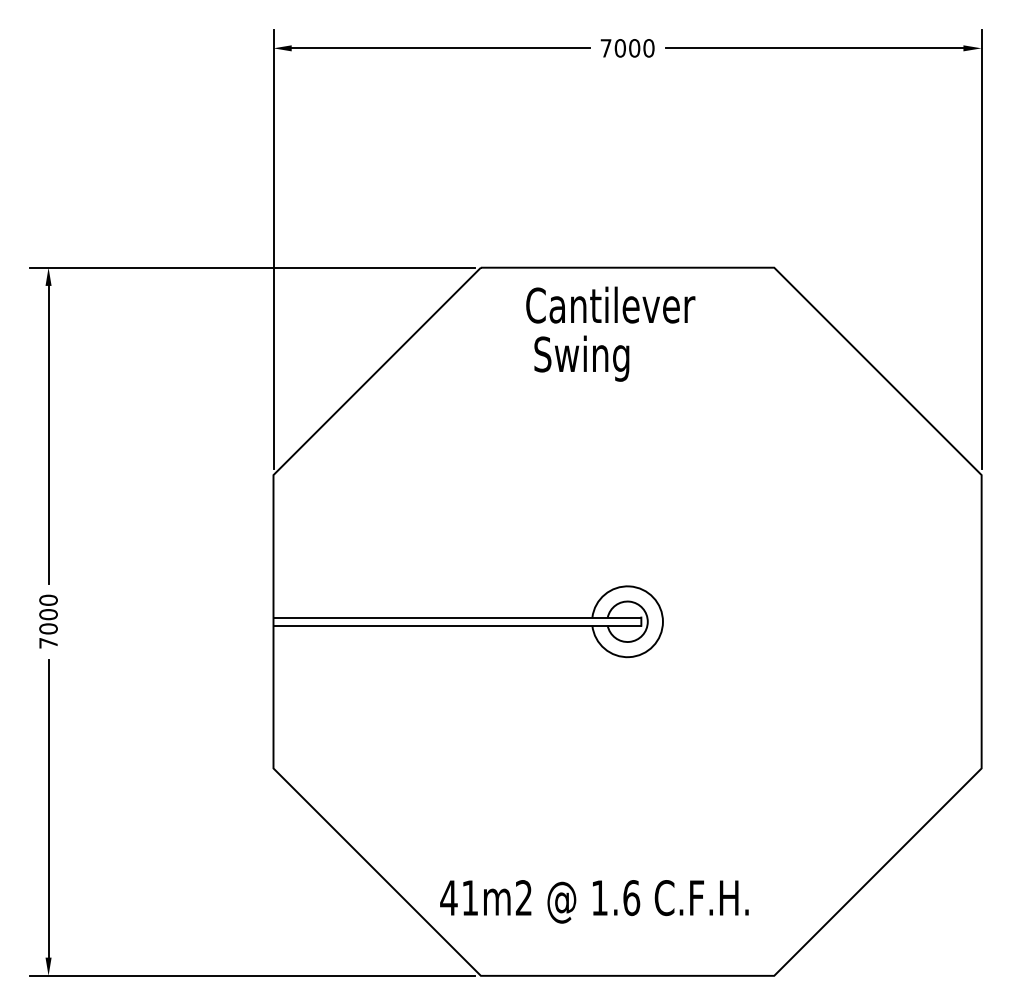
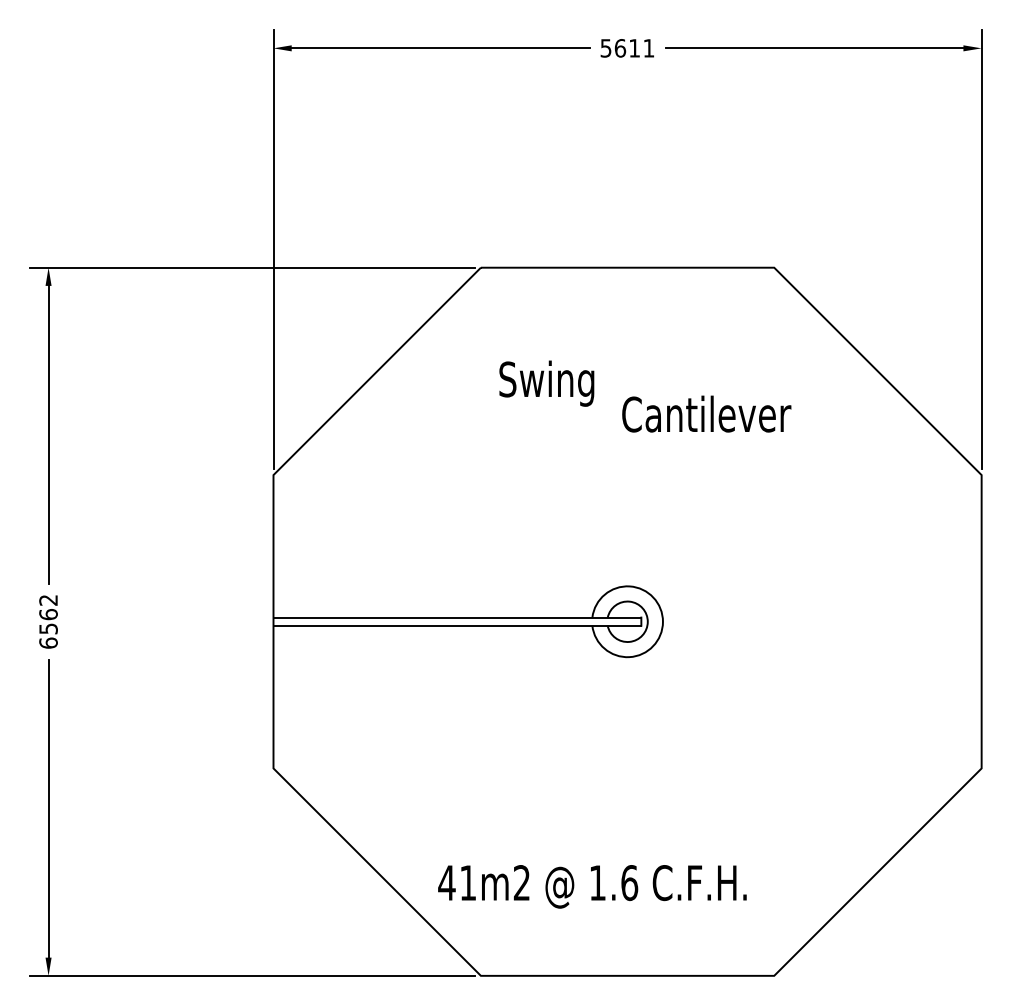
text at (627, 48): 7000 -> 5611
text at (610, 304) position: (610, 304) -> (706, 413)
text at (581, 358) position: (581, 358) -> (546, 383)
text at (48, 621): 7000 -> 6562
text at (594, 901) position: (594, 901) -> (592, 886)
